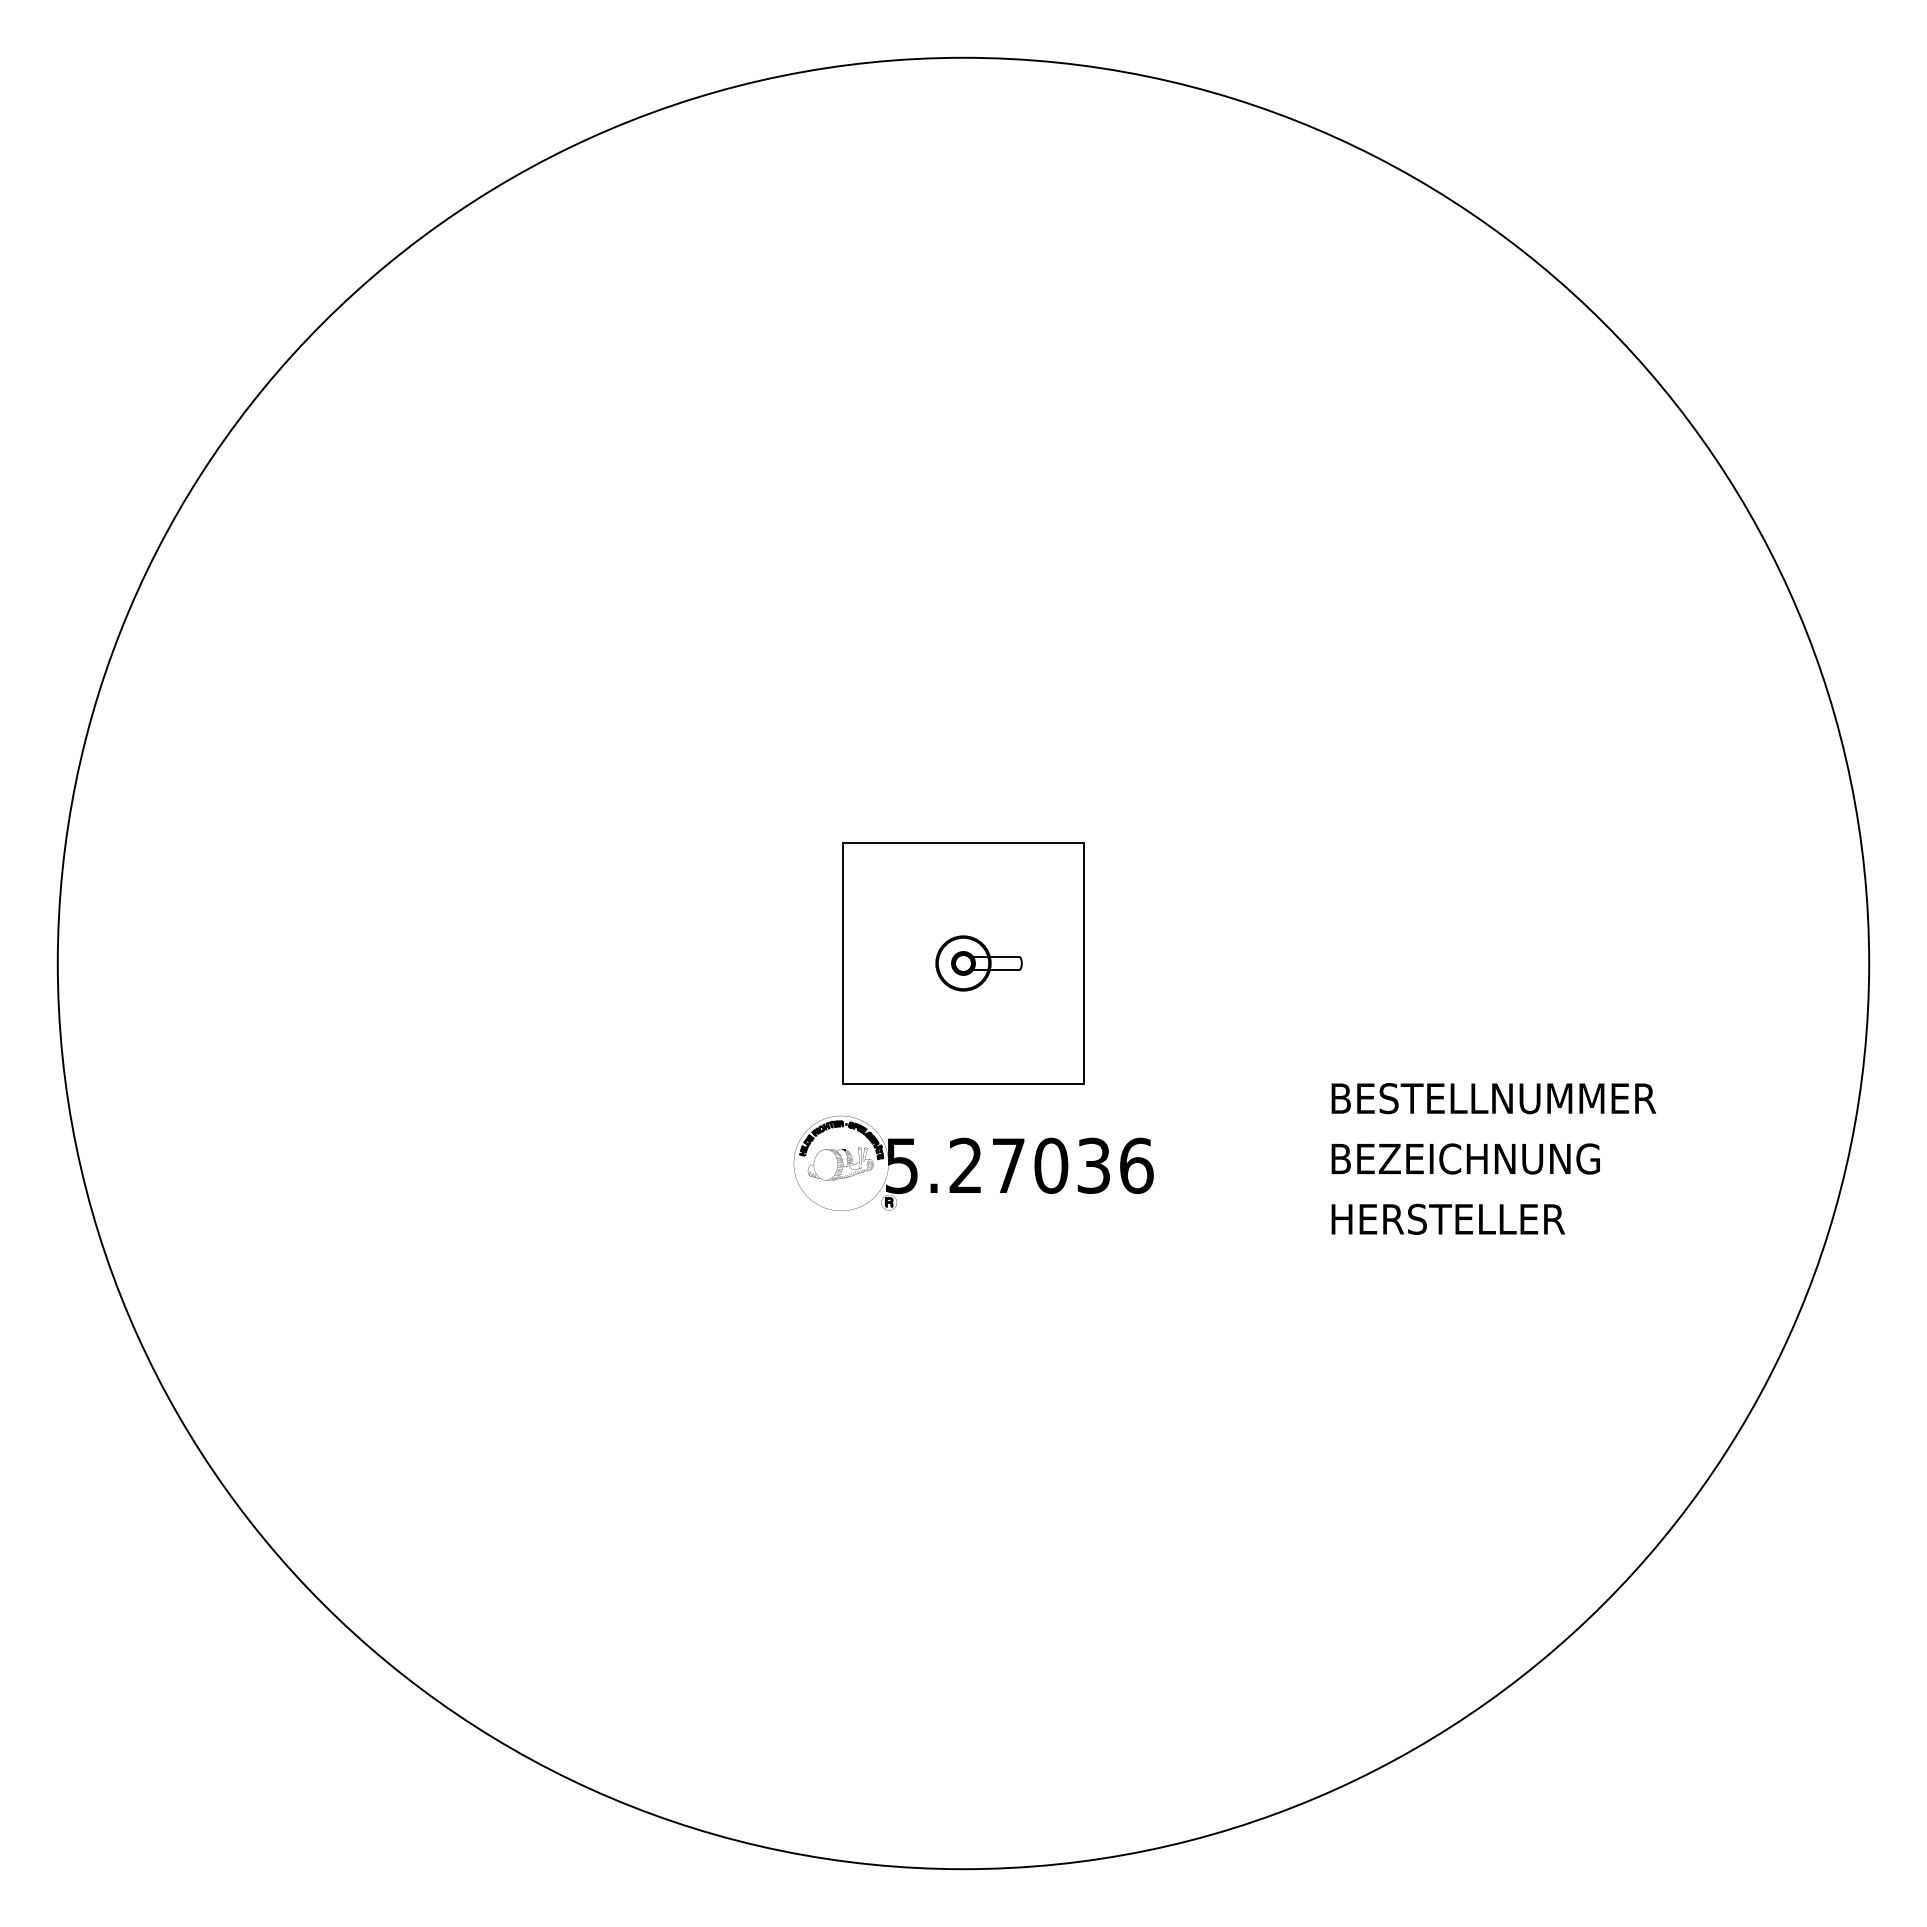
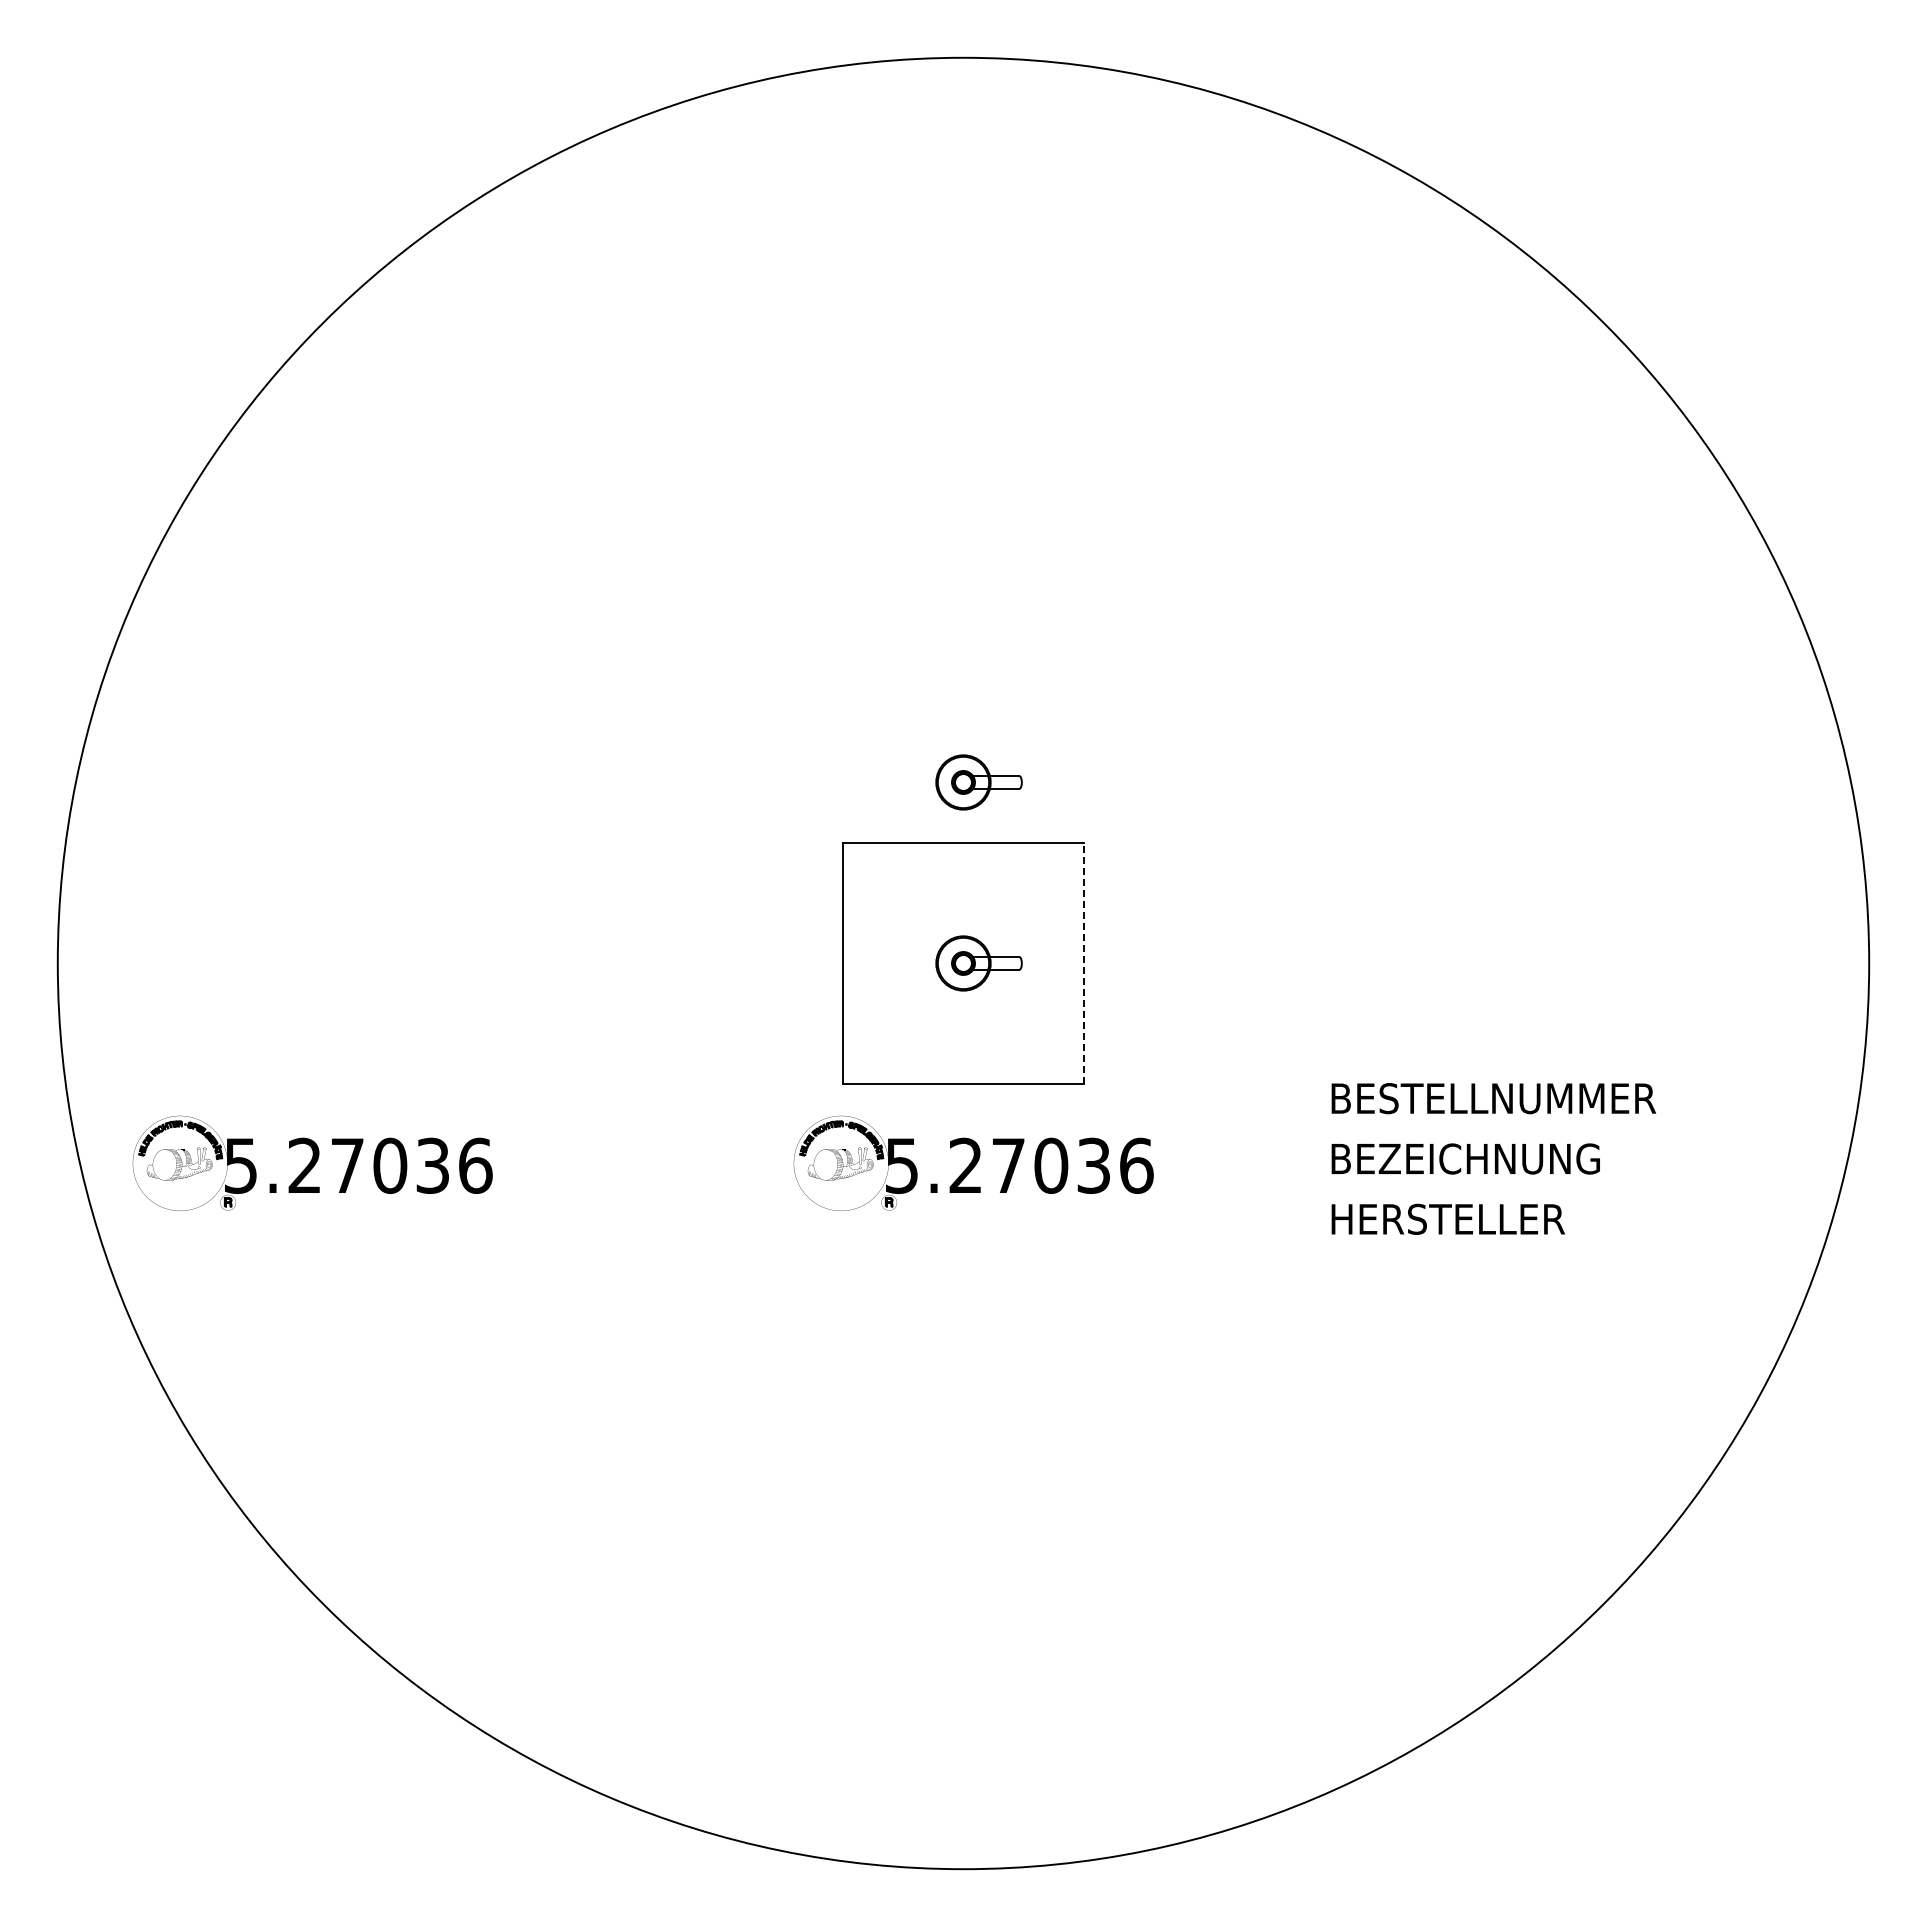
part at (978, 782): none -> present
line at (1084, 963): solid -> dashed
part at (312, 1162): none -> present
